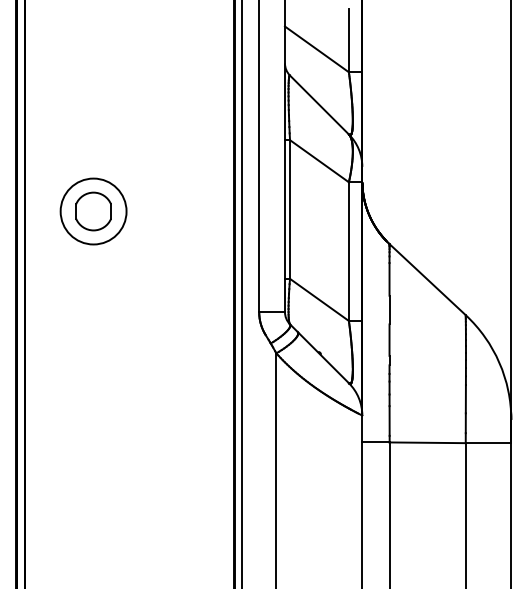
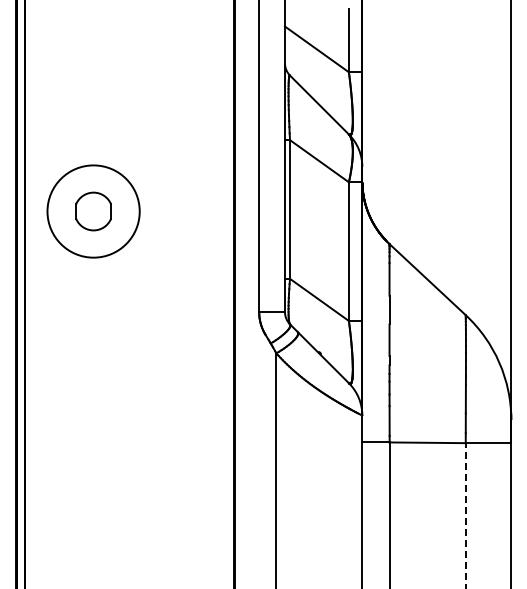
circle at (93, 211) diameter: 66 px -> 92 px
line at (241, 293): present -> none
line at (465, 515): solid -> dashed
